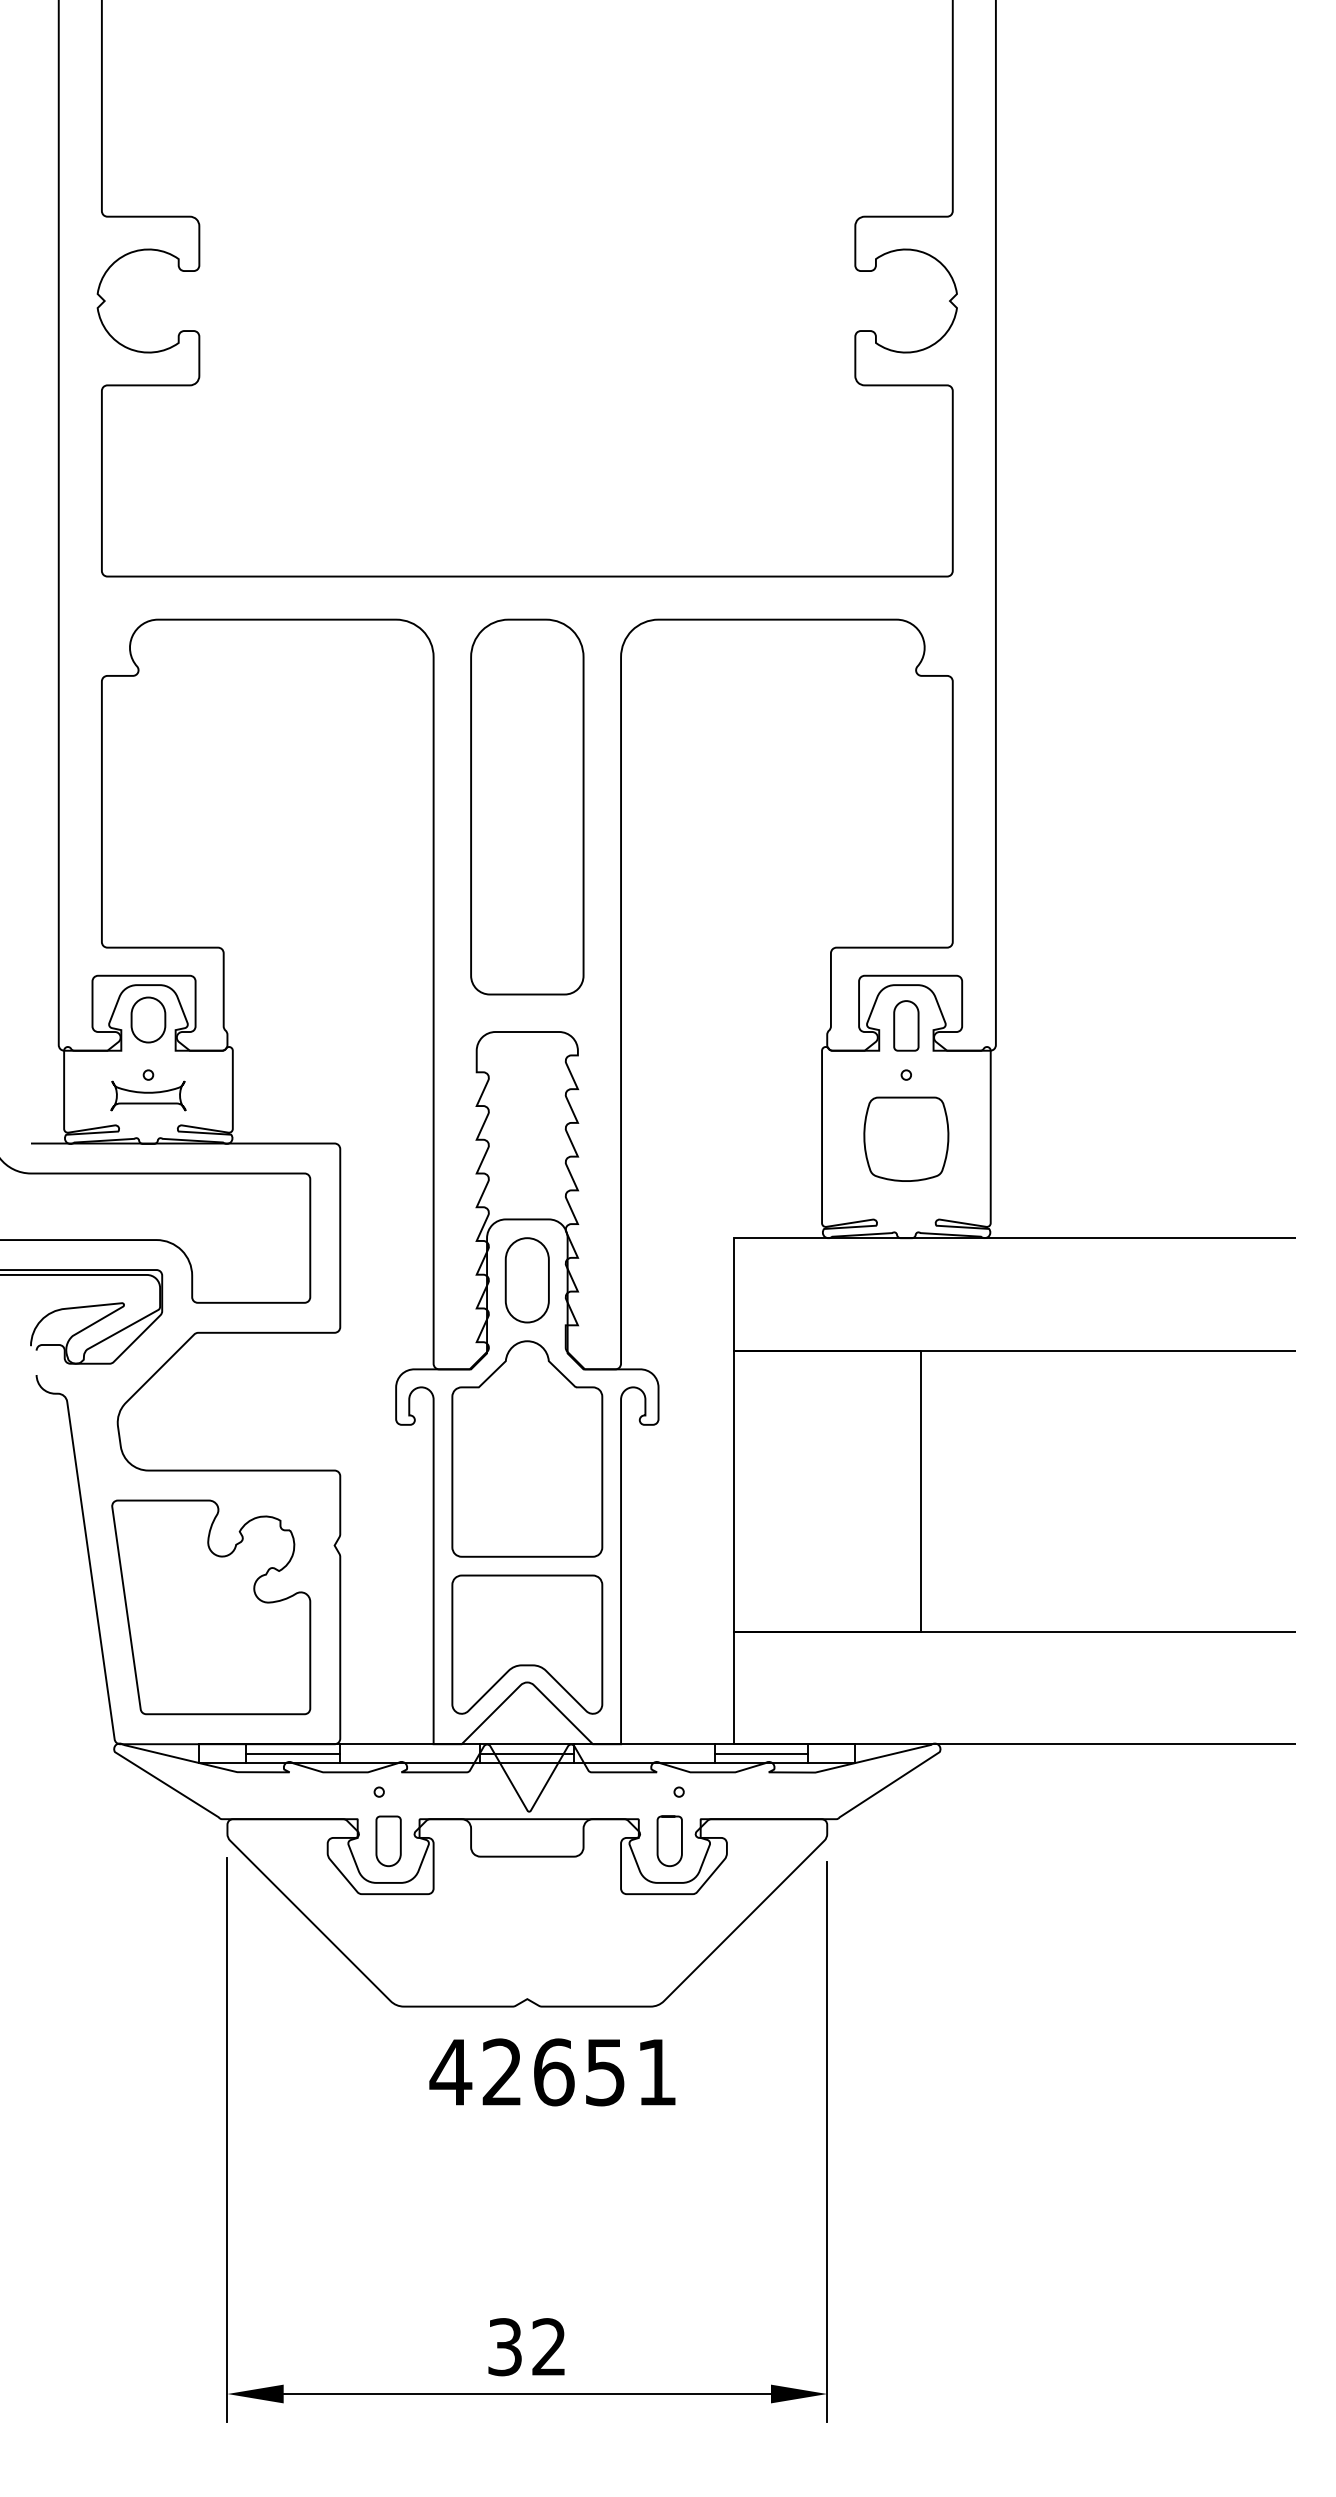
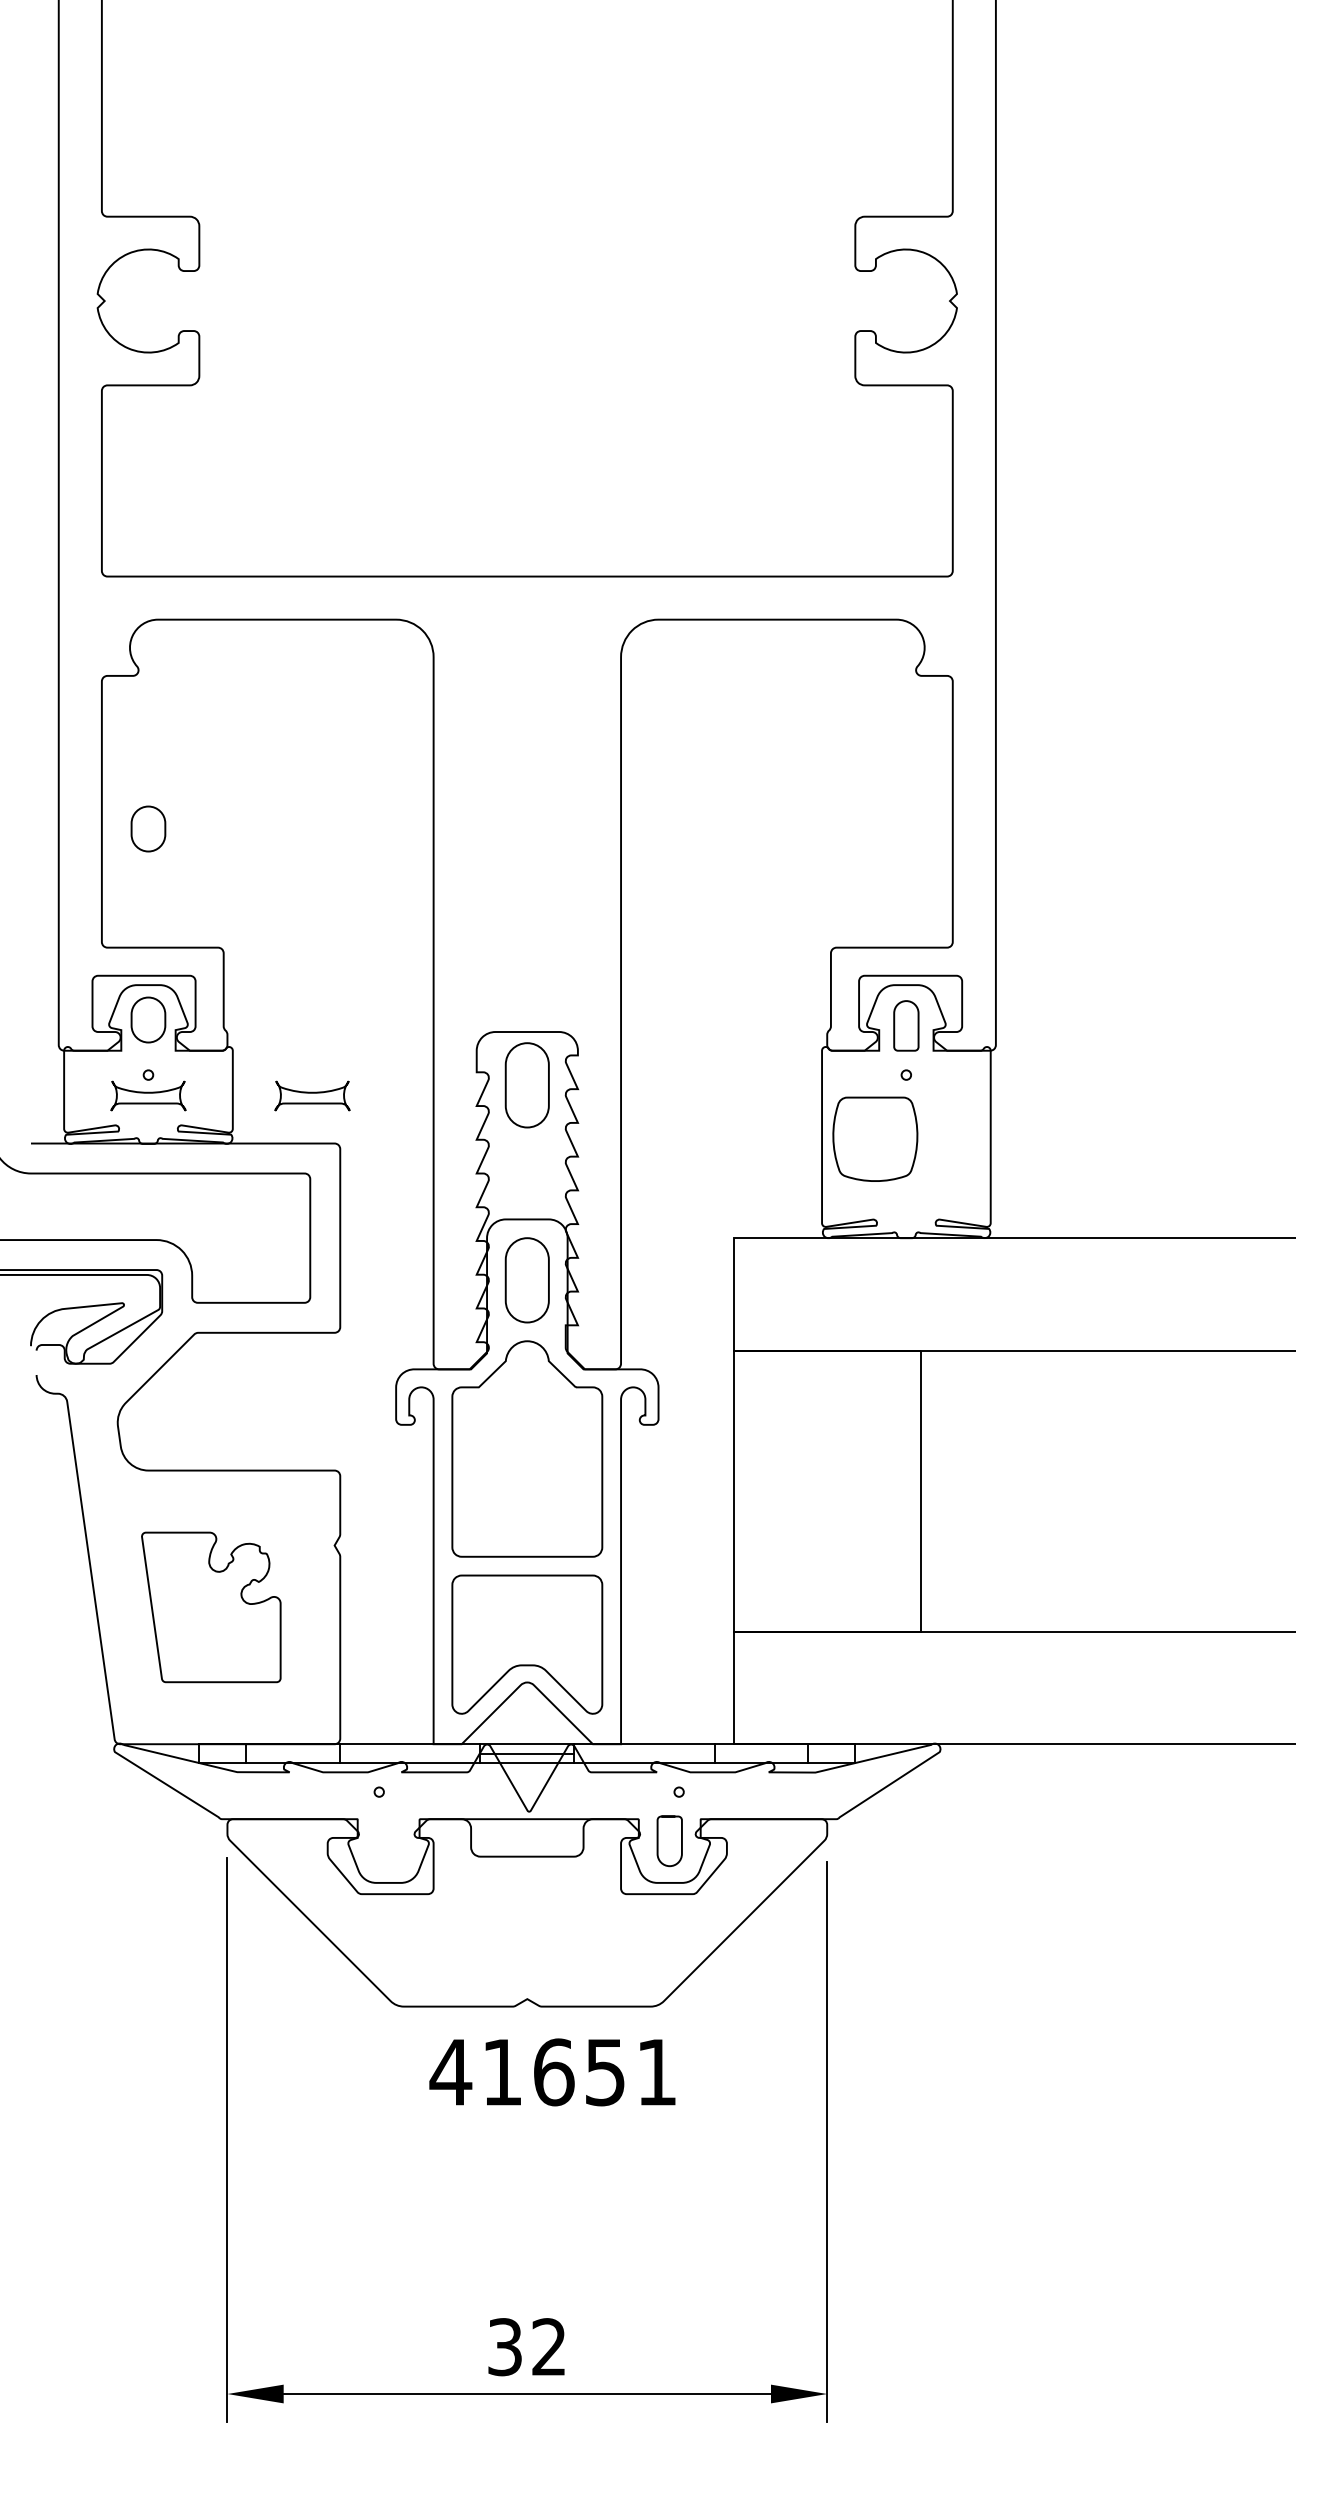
part at (527, 806): present -> none
part at (148, 828): none -> present
part at (526, 1085): none -> present
part at (312, 1095): none -> present
part at (906, 1138) position: (906, 1138) -> (875, 1138)
part at (211, 1607) size: 201x217 px -> 141x153 px
line at (292, 1753): present -> none
line at (761, 1753): present -> none
part at (388, 1841): present -> none
text at (501, 2071): 42651 -> 41651
